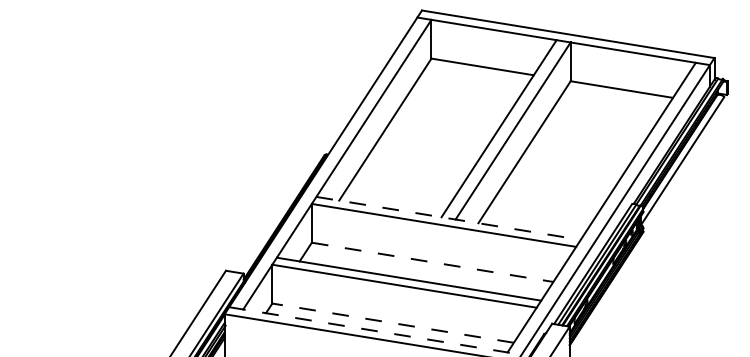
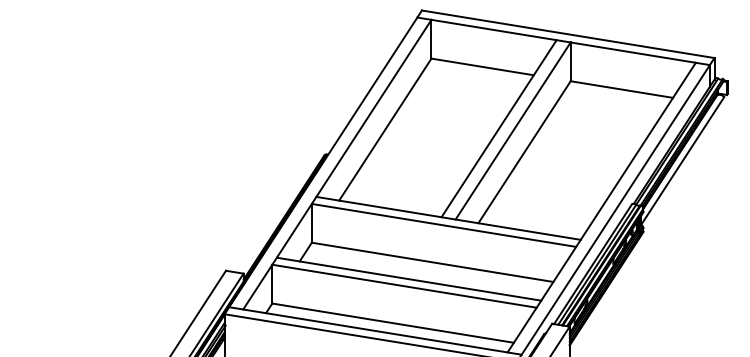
line at (448, 218): dashed -> solid
line at (433, 262): dashed -> solid
line at (392, 323): dashed -> solid
line at (375, 331): dashed -> solid
